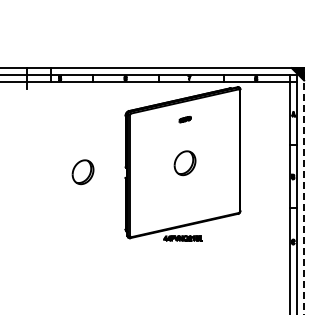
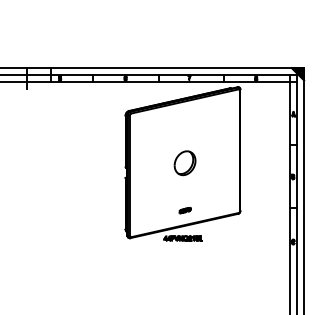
part at (184, 119) position: (184, 119) -> (184, 210)
part at (82, 172): present -> none
line at (304, 190): dashed -> solid
